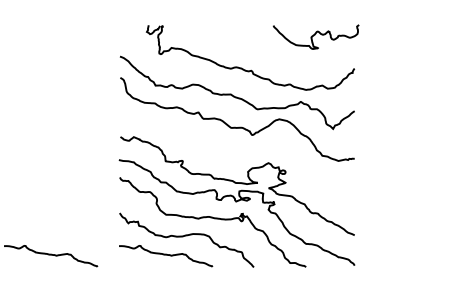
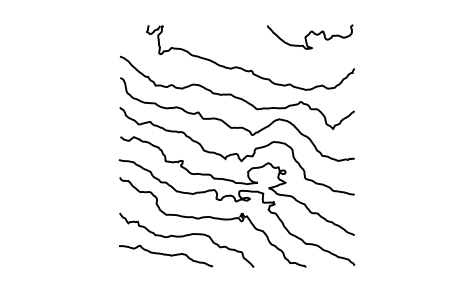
curve at (315, 35) position: (315, 35) -> (309, 35)
curve at (236, 153): none -> present
curve at (51, 255): present -> none
